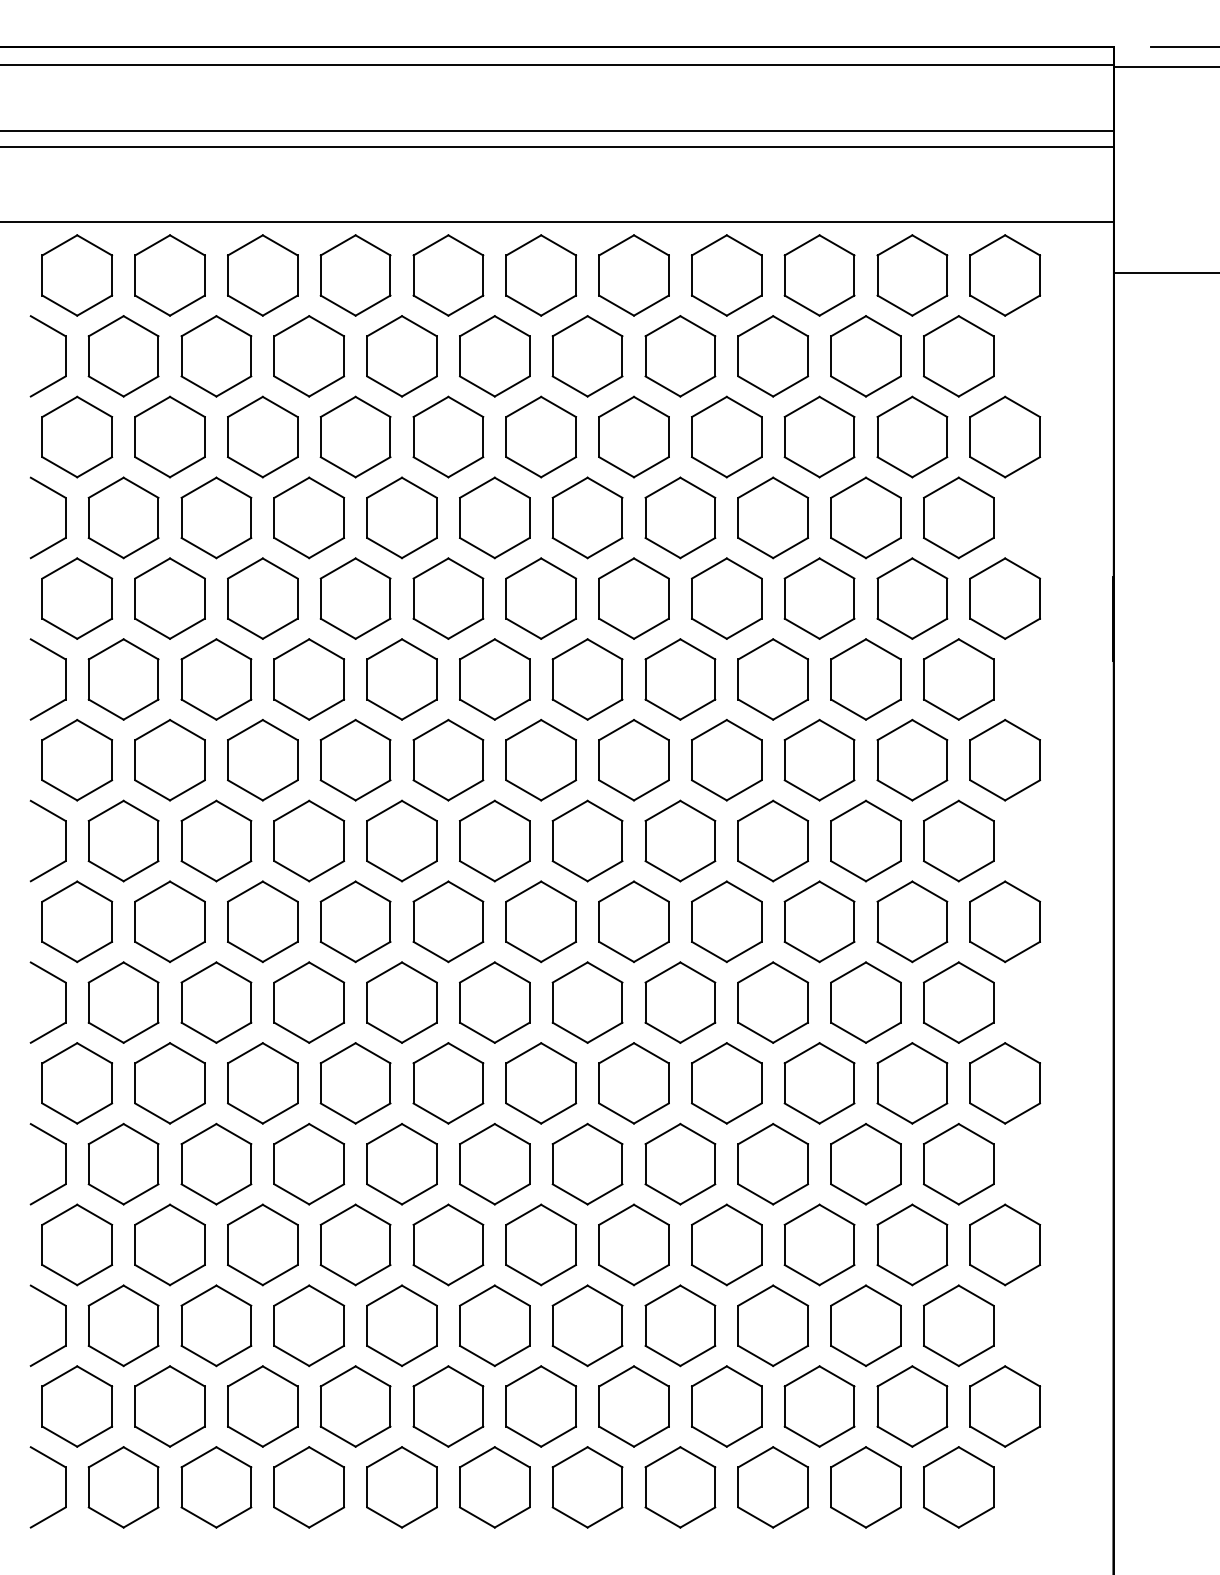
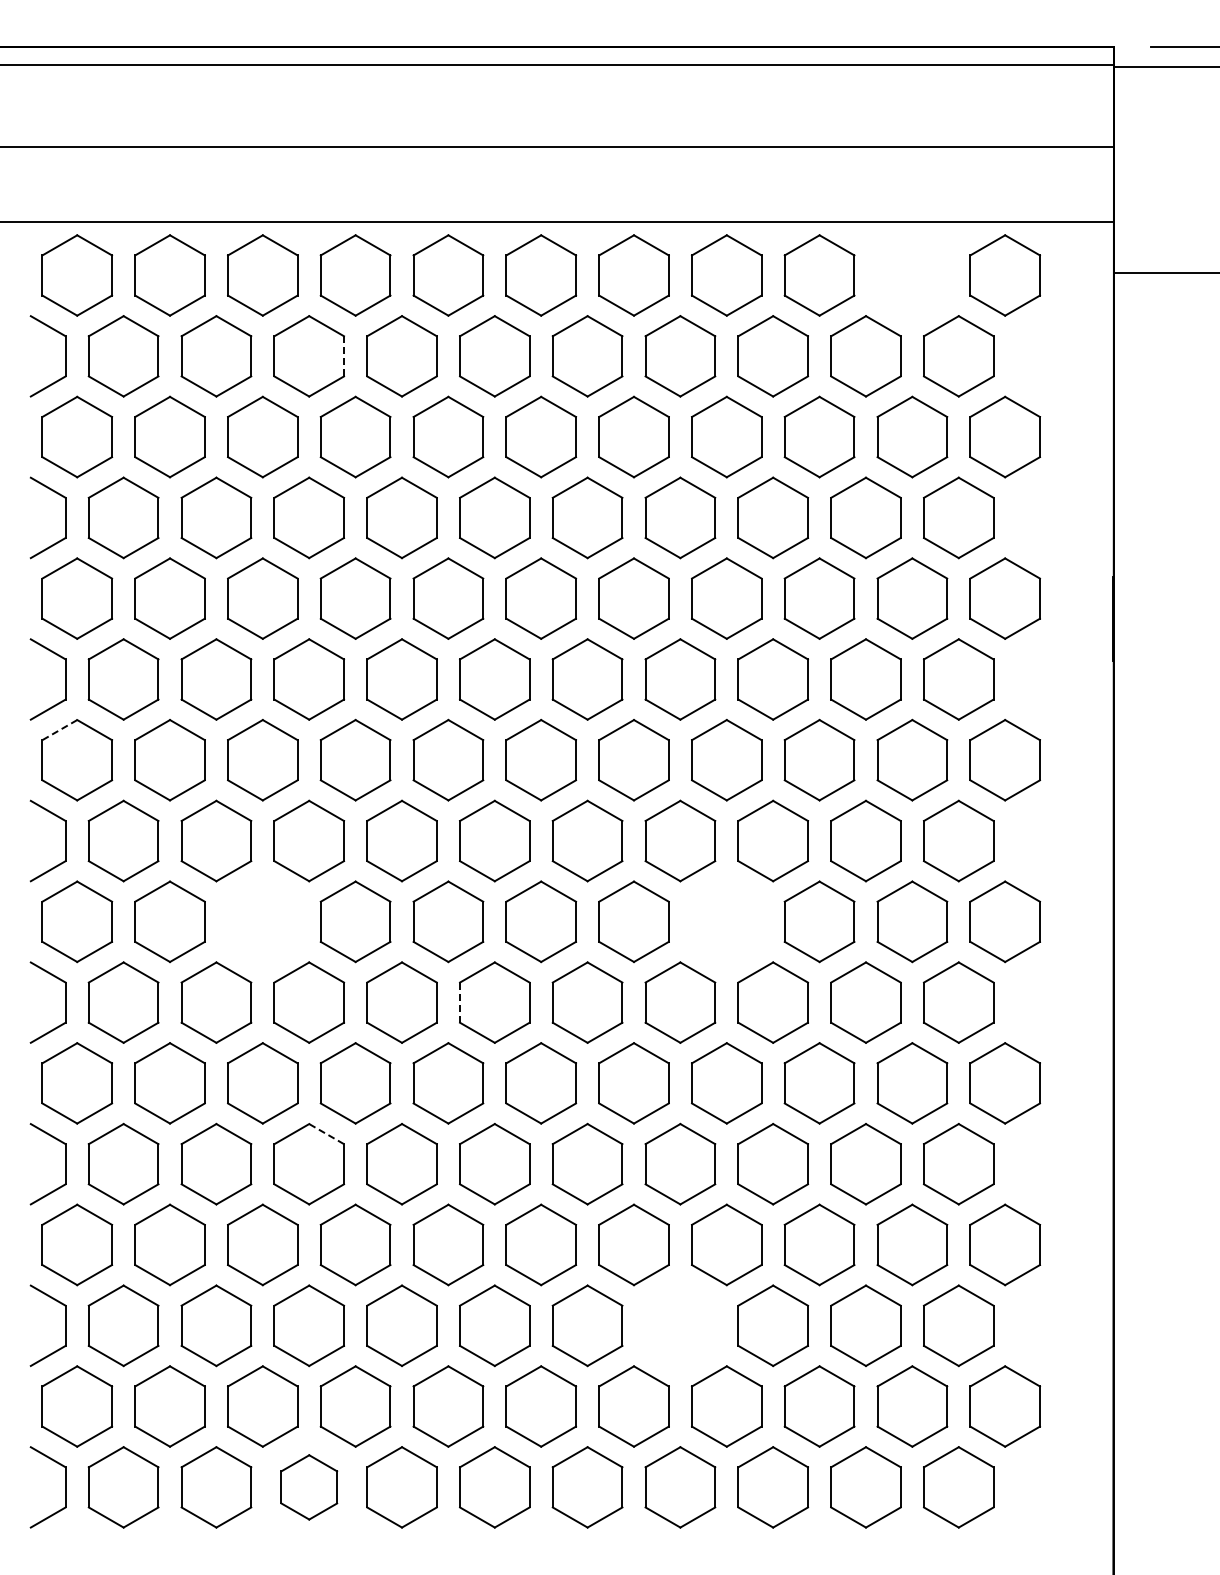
line at (557, 130): present -> none
part at (912, 275): present -> none
line at (344, 355): solid -> dashed
line at (59, 730): solid -> dashed
part at (262, 921): present -> none
part at (726, 921): present -> none
line at (460, 1003): solid -> dashed
line at (326, 1133): solid -> dashed
part at (680, 1325): present -> none
part at (309, 1487) size: 73x83 px -> 59x67 px
